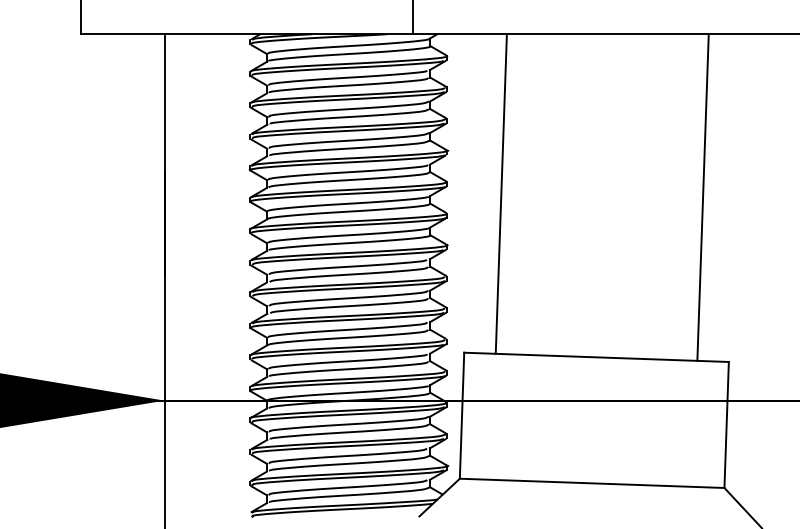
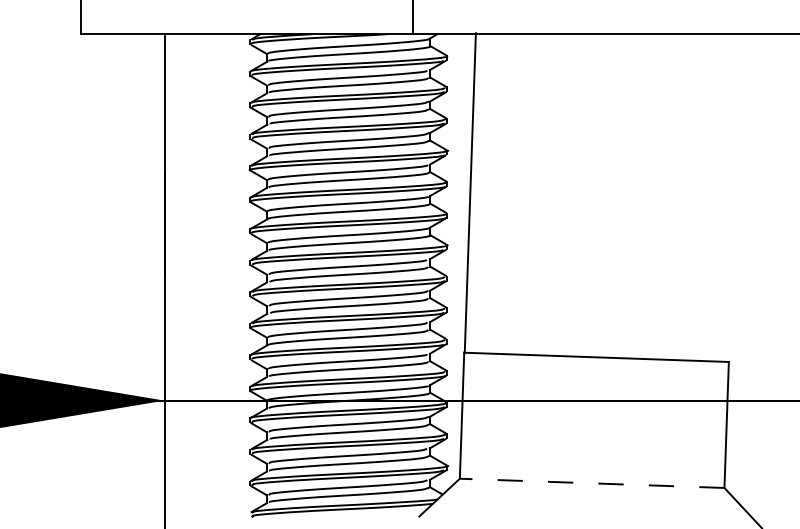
line at (500, 193) position: (500, 193) -> (469, 192)
line at (702, 197): present -> none
line at (591, 483): solid -> dashed
